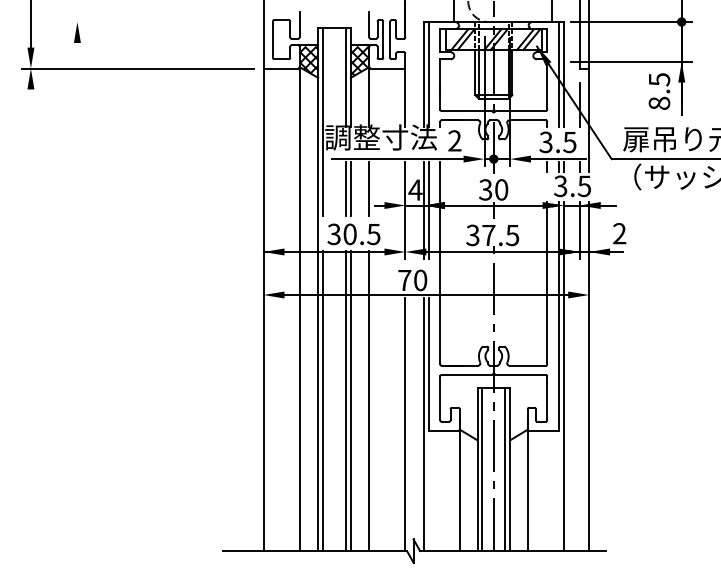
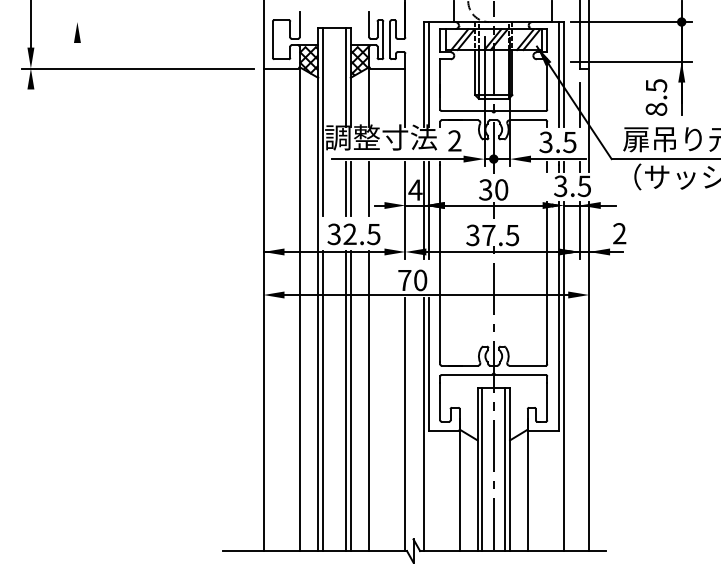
text at (659, 91) position: (659, 91) -> (656, 97)
text at (349, 234): 30.5 -> 32.5
